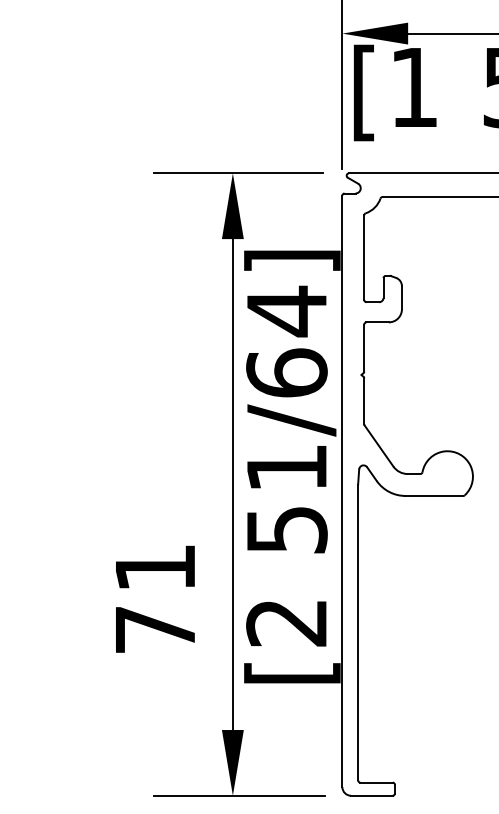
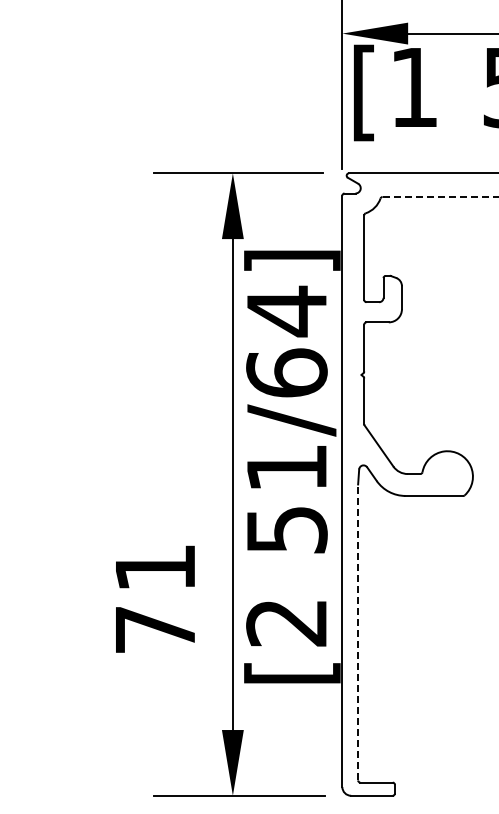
line at (440, 197): solid -> dashed
line at (358, 632): solid -> dashed
